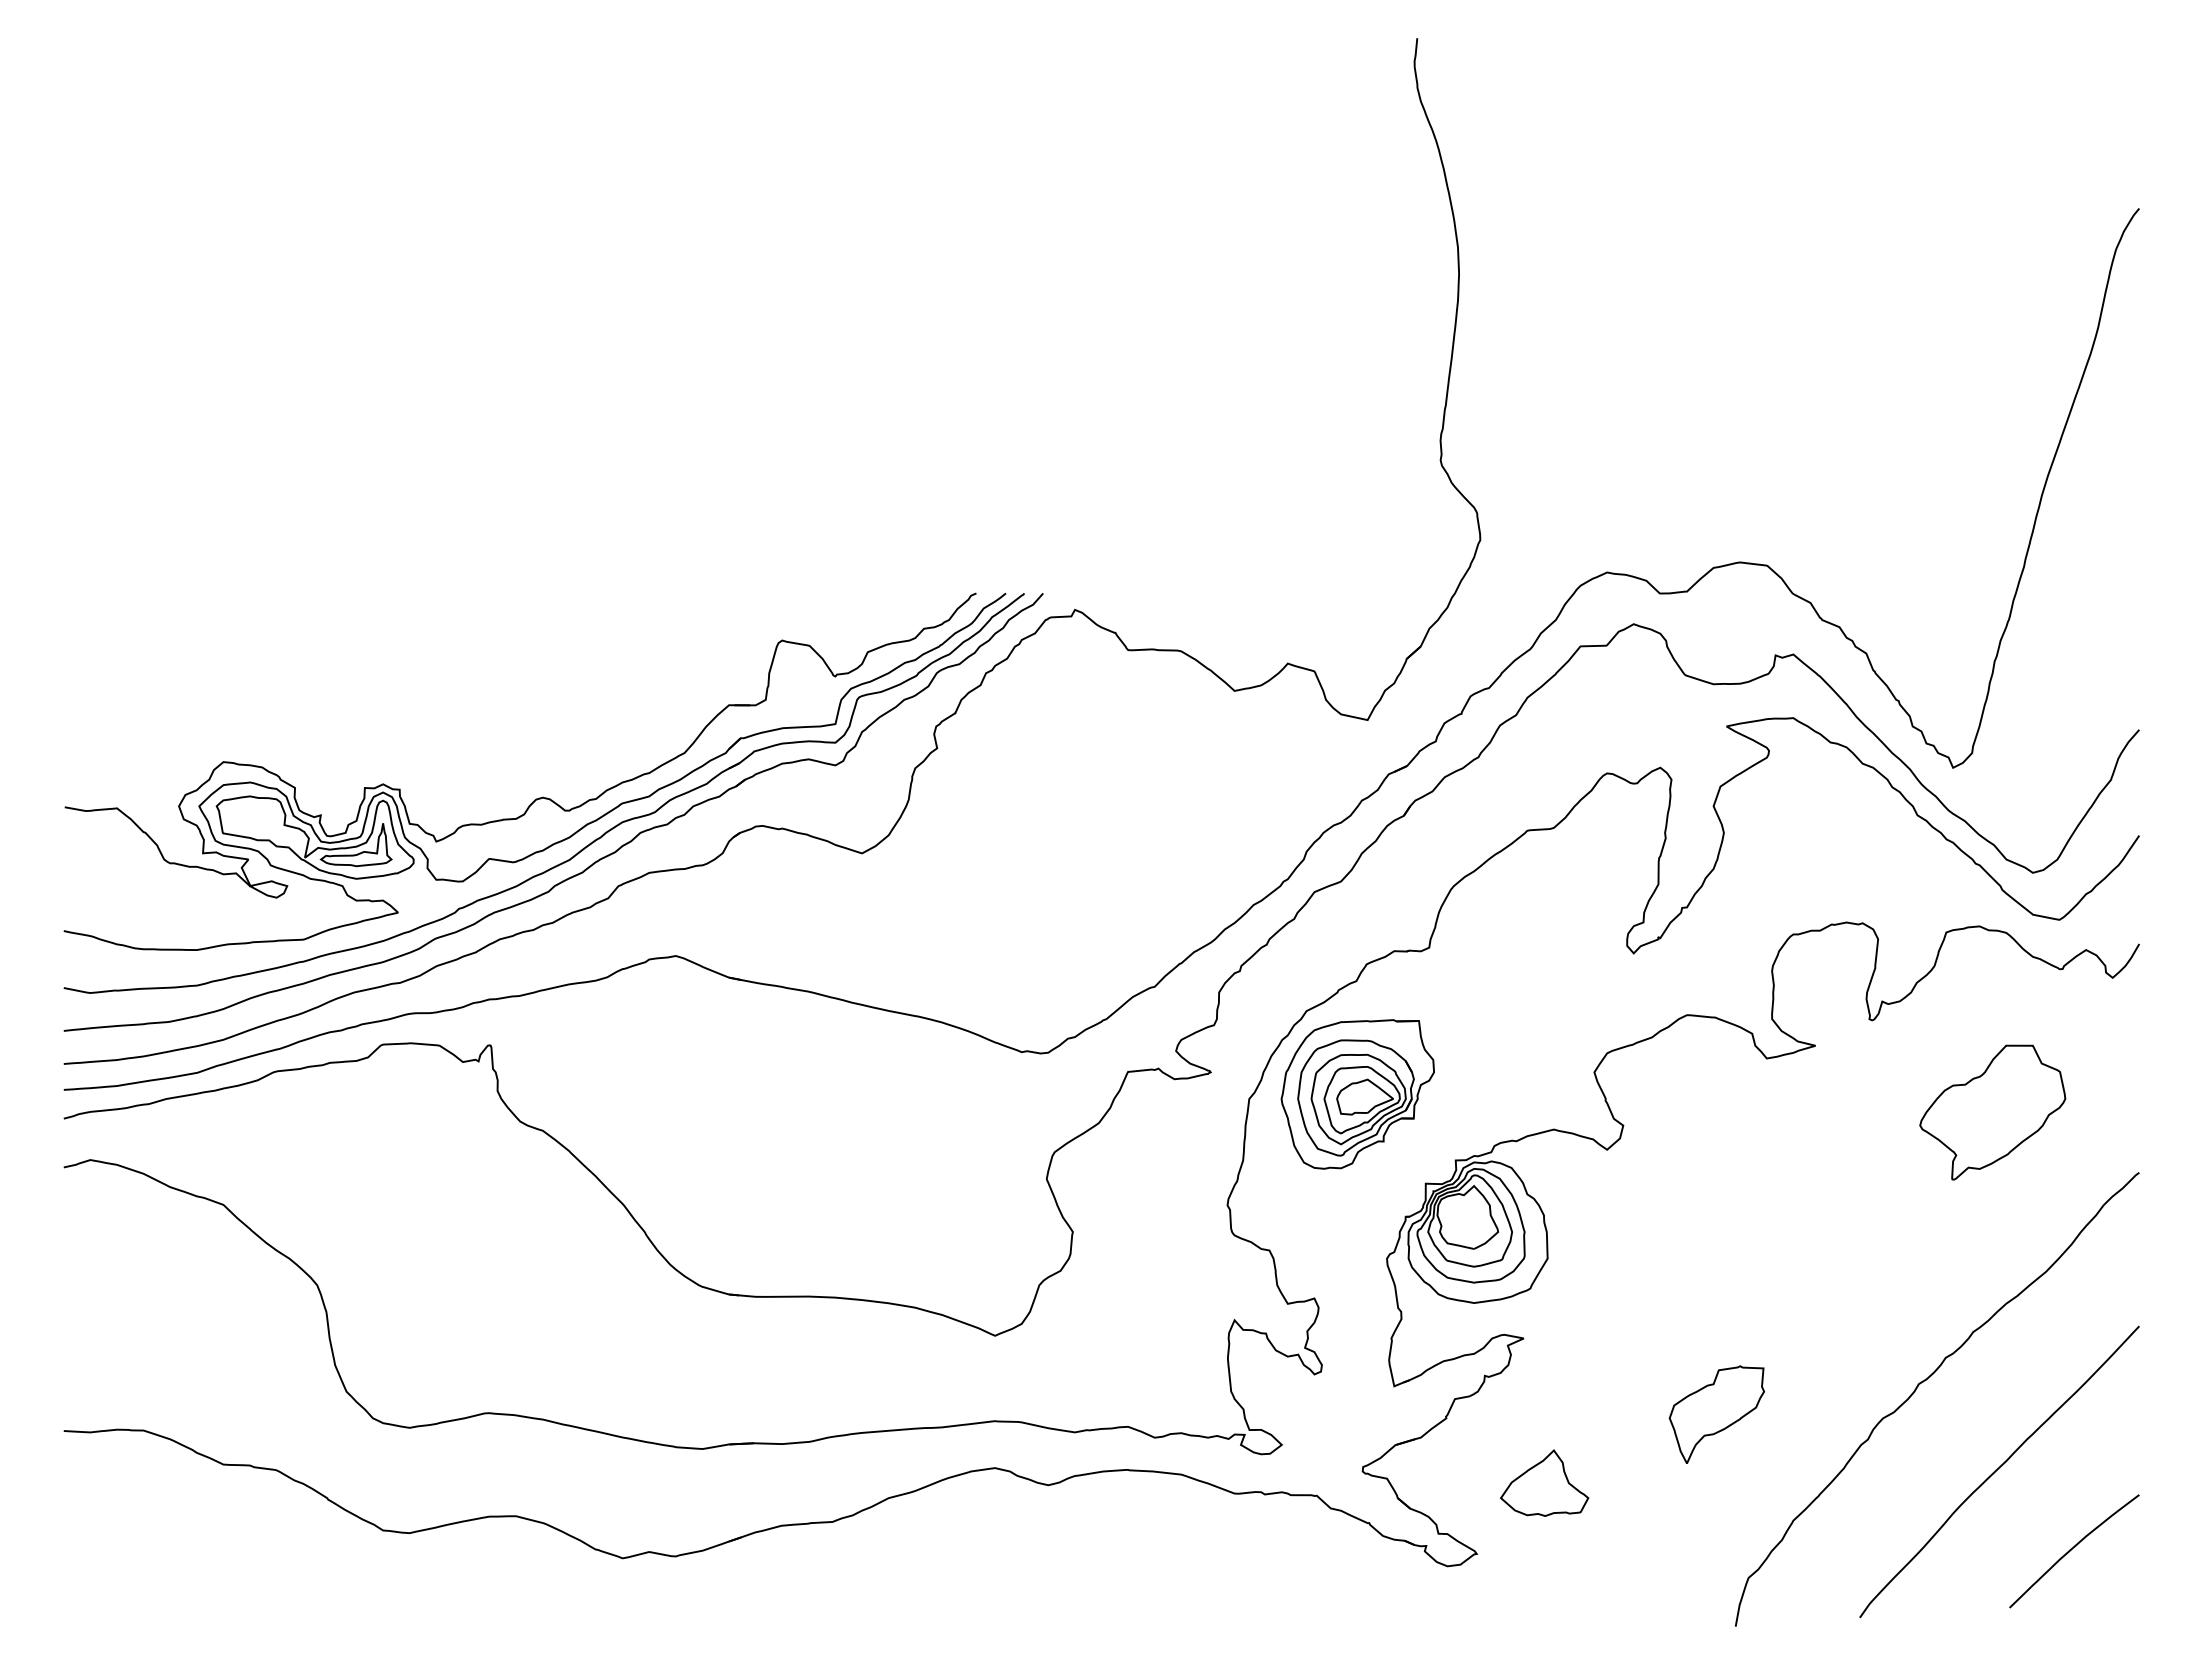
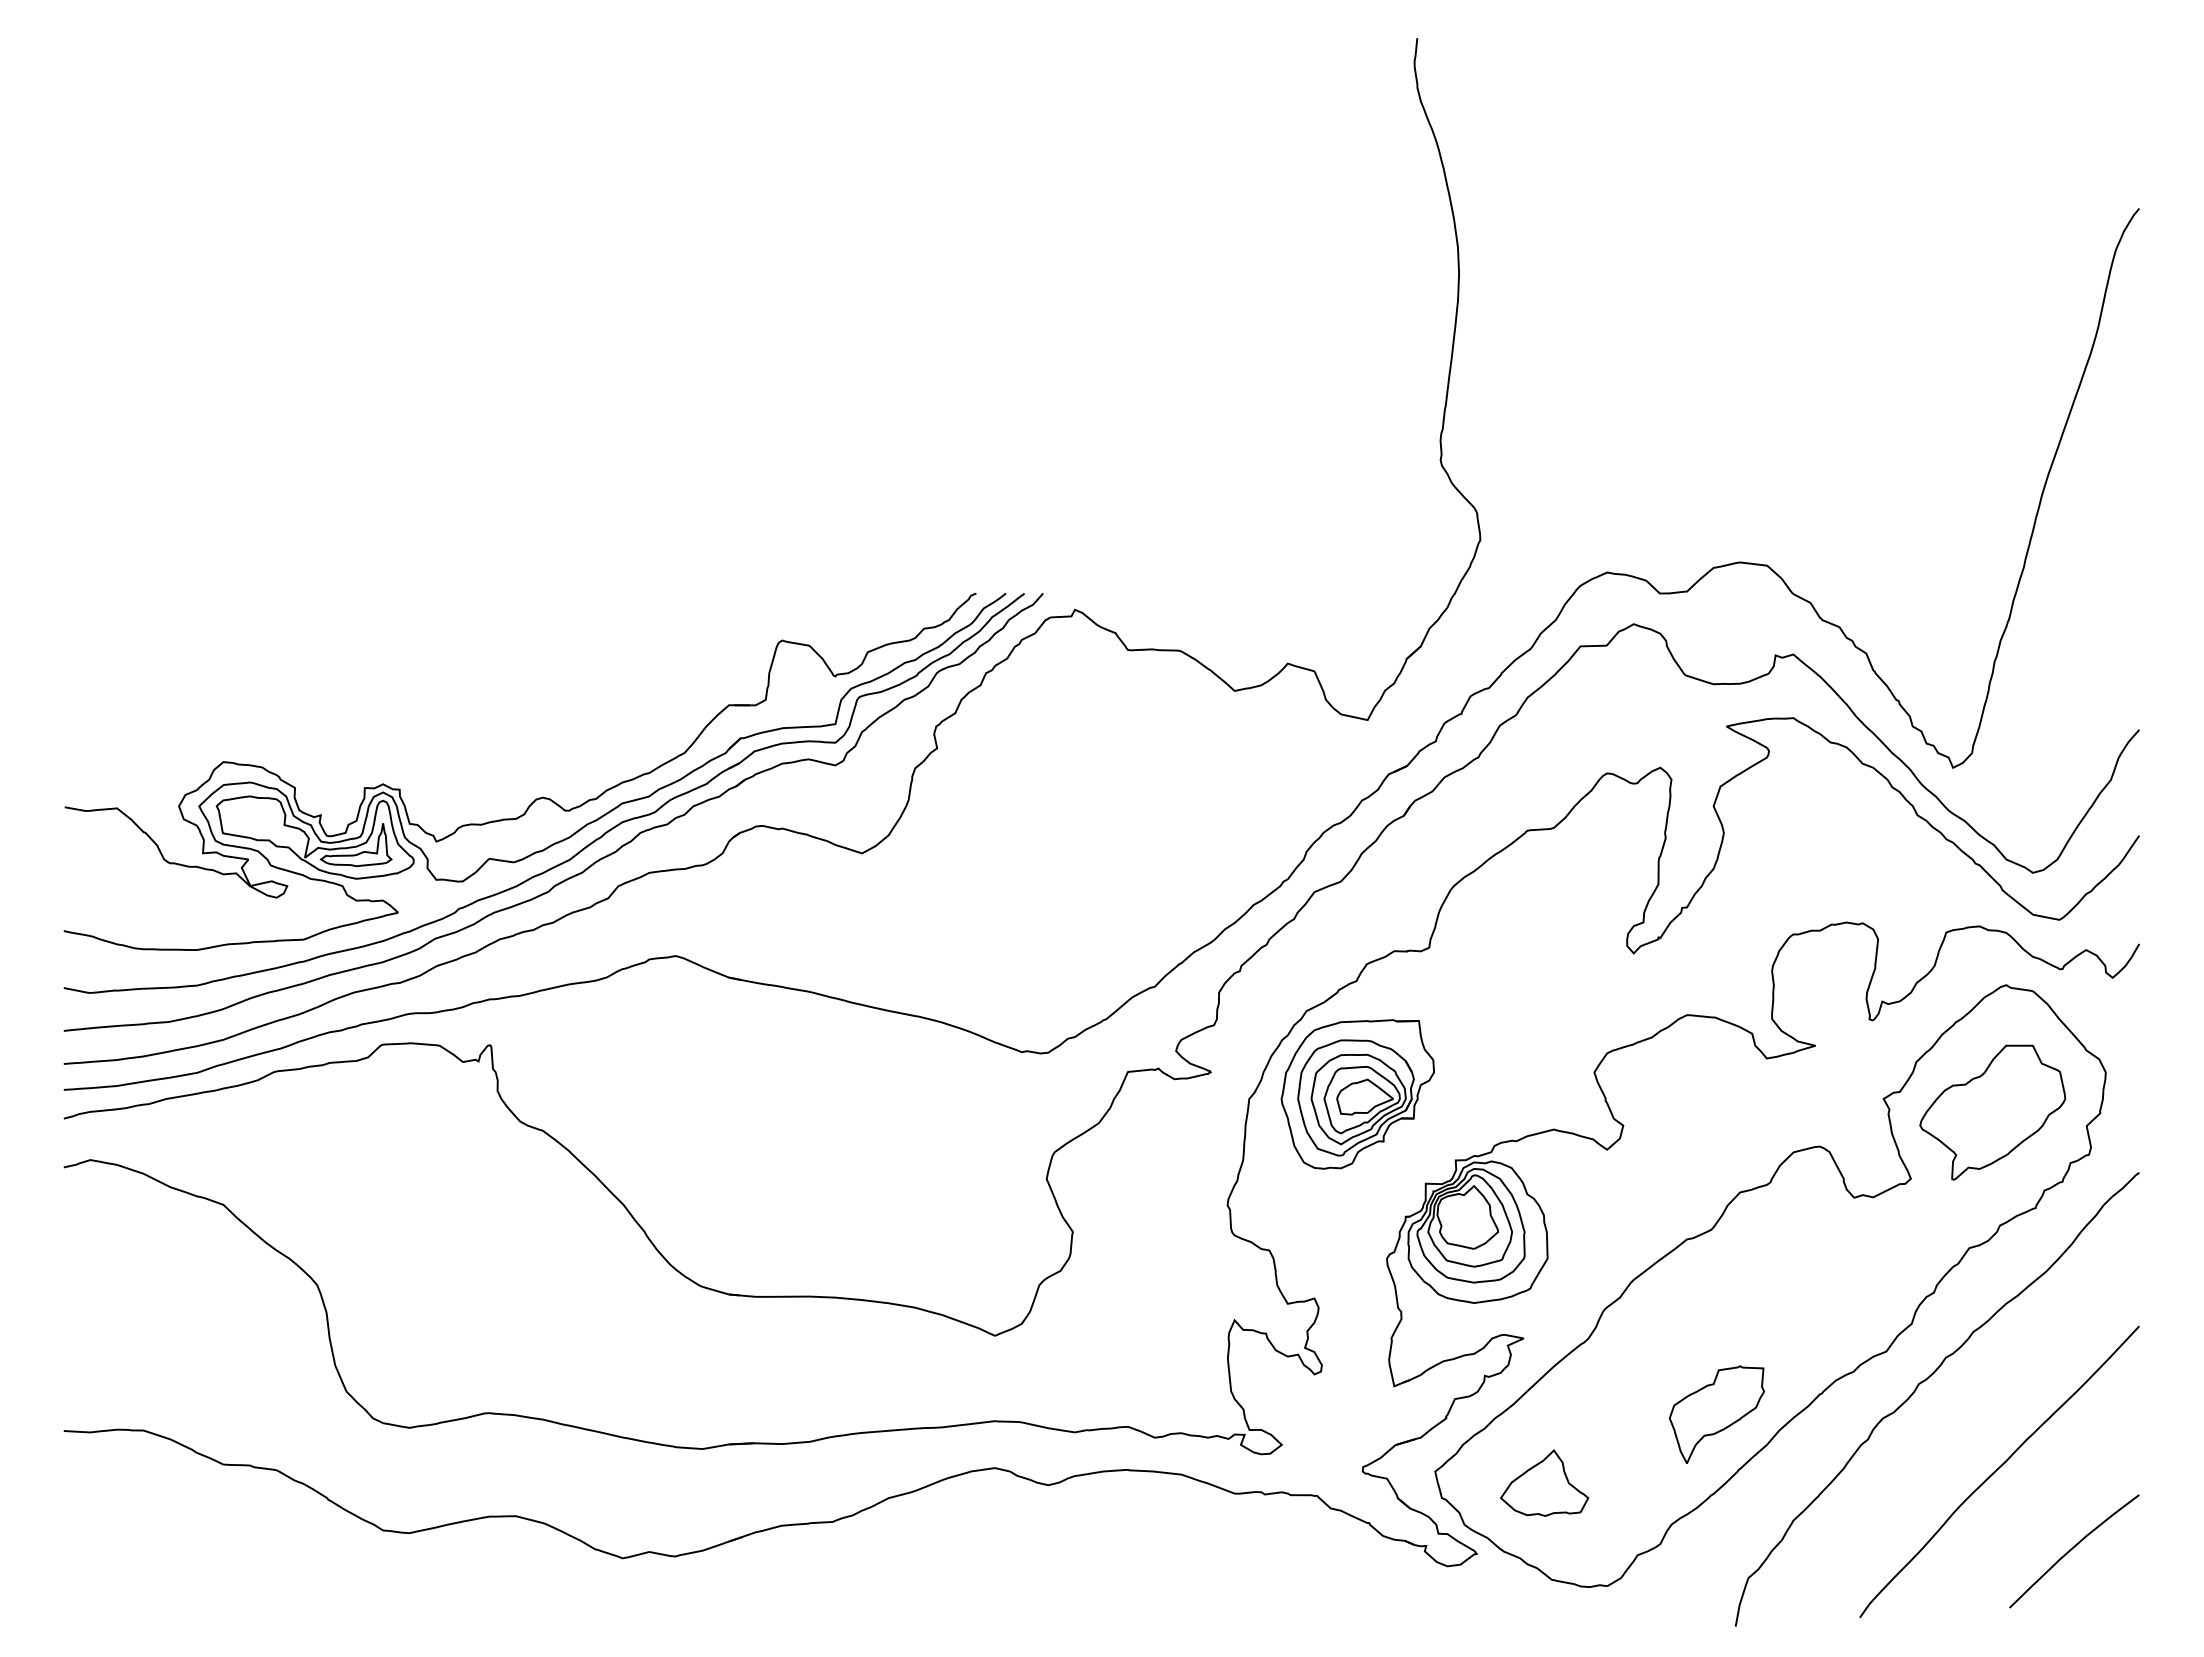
part at (1770, 1285): none -> present
